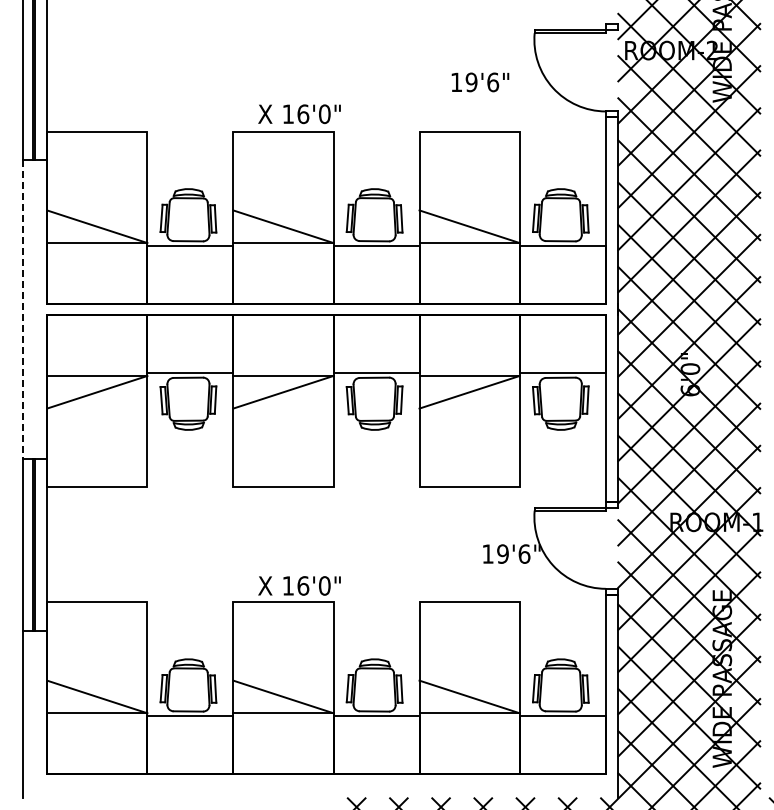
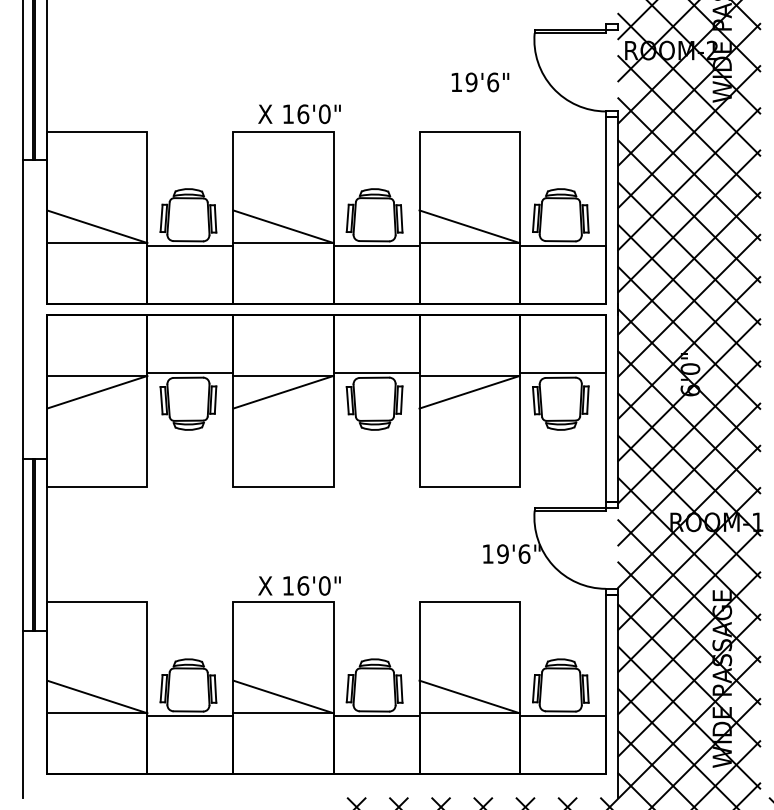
line at (23, 310): dashed -> solid
